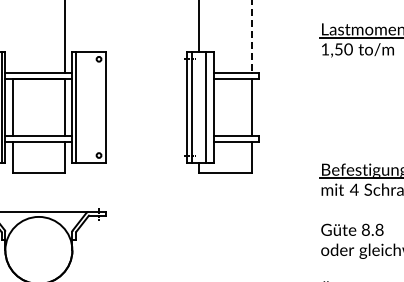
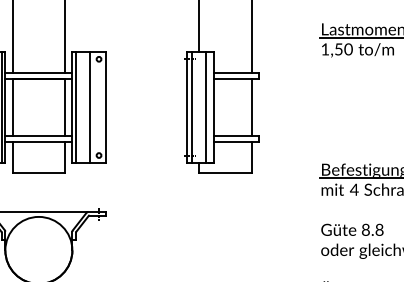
line at (12, 37): none -> present
line at (252, 37): dashed -> solid
line at (89, 107): none -> present
